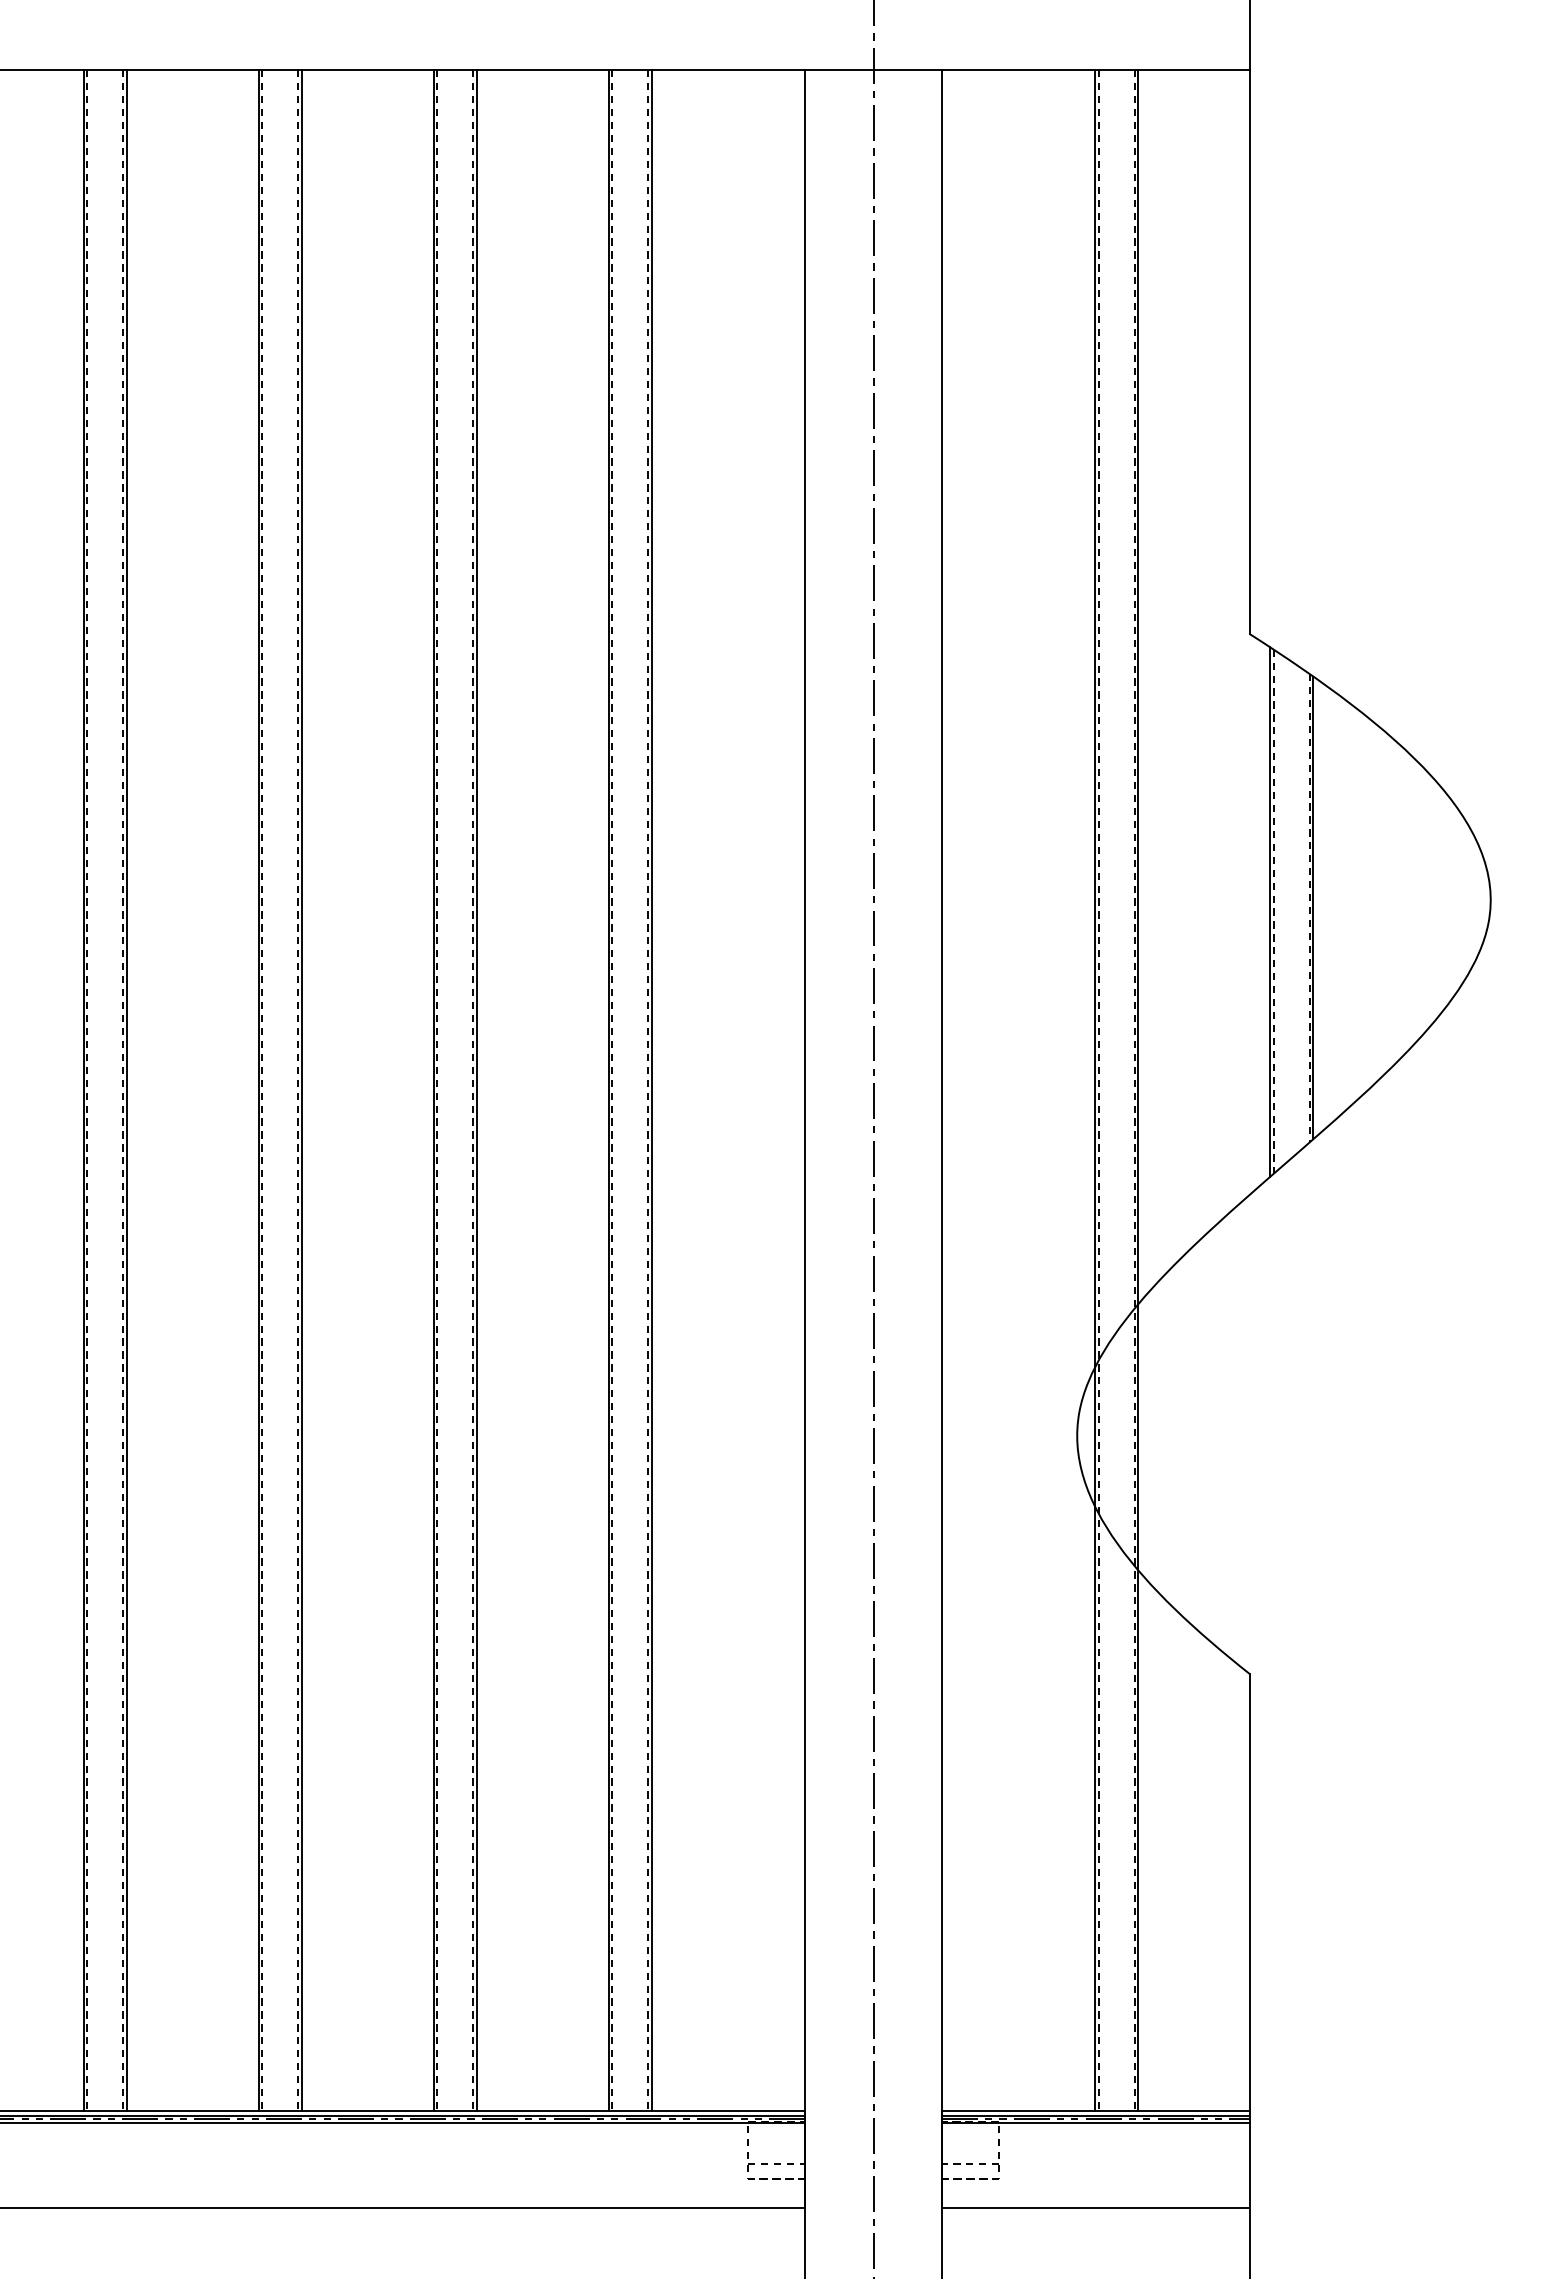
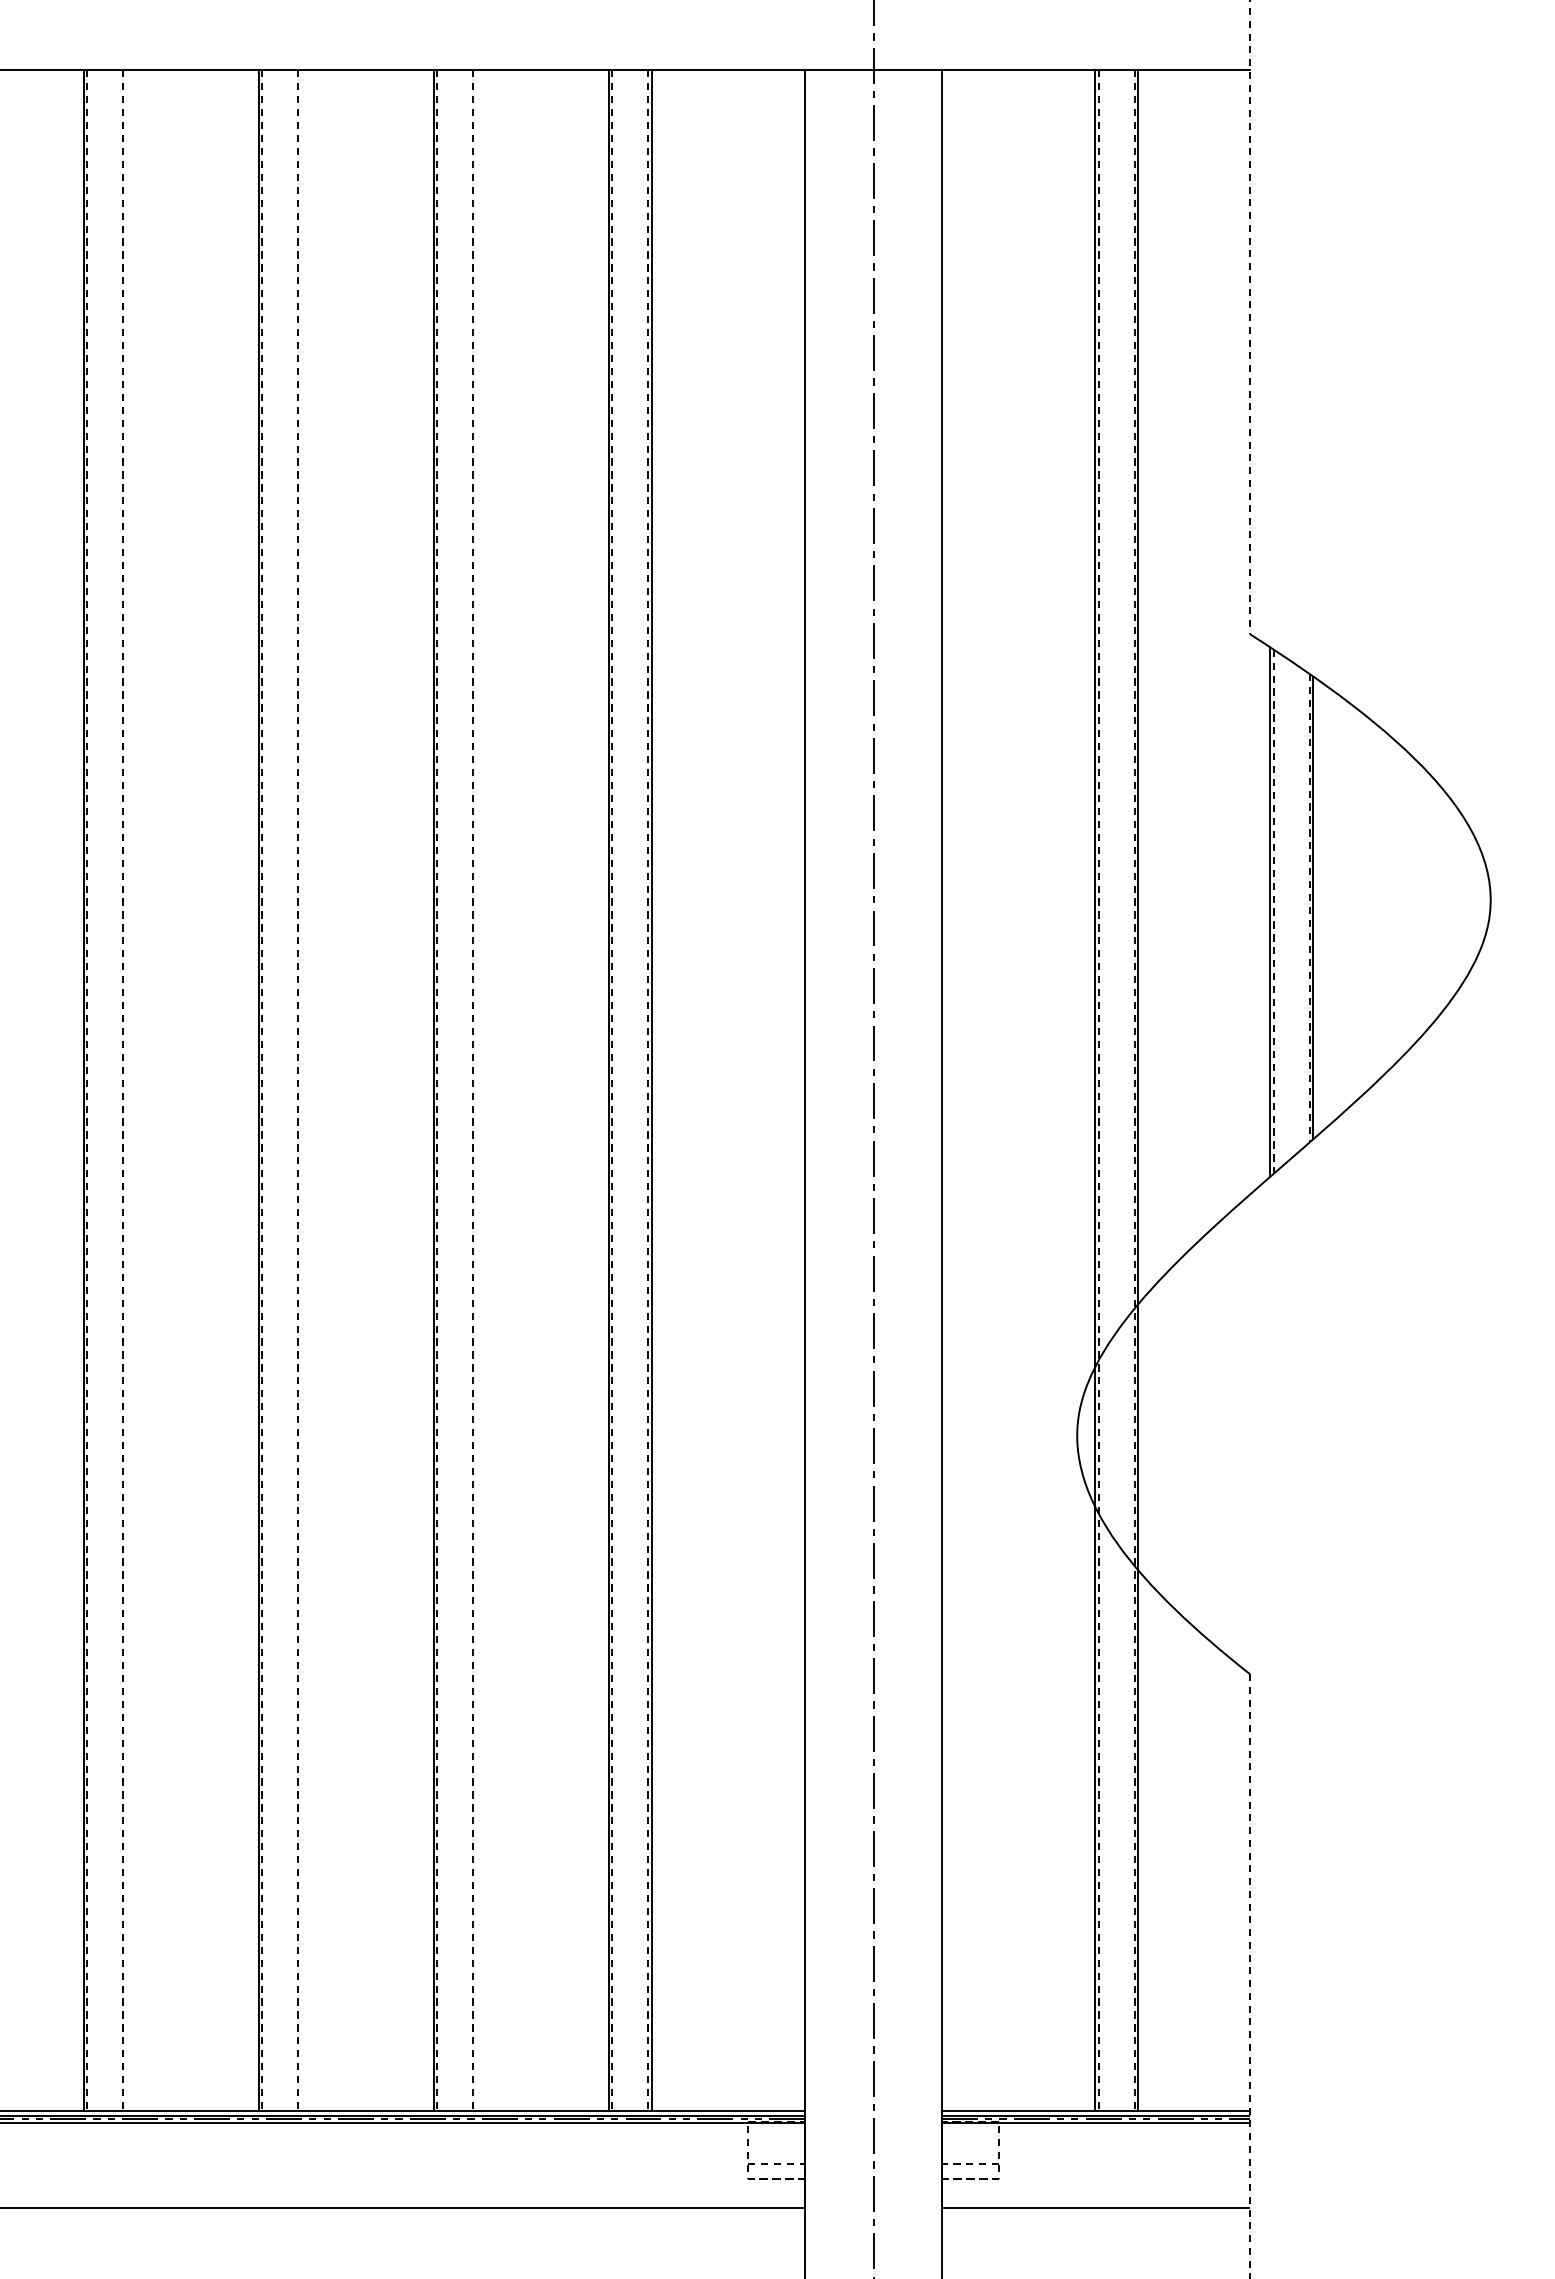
line at (1249, 317): solid -> dashed
line at (127, 1090): present -> none
line at (301, 1090): present -> none
line at (476, 1090): present -> none
line at (1249, 1976): solid -> dashed
